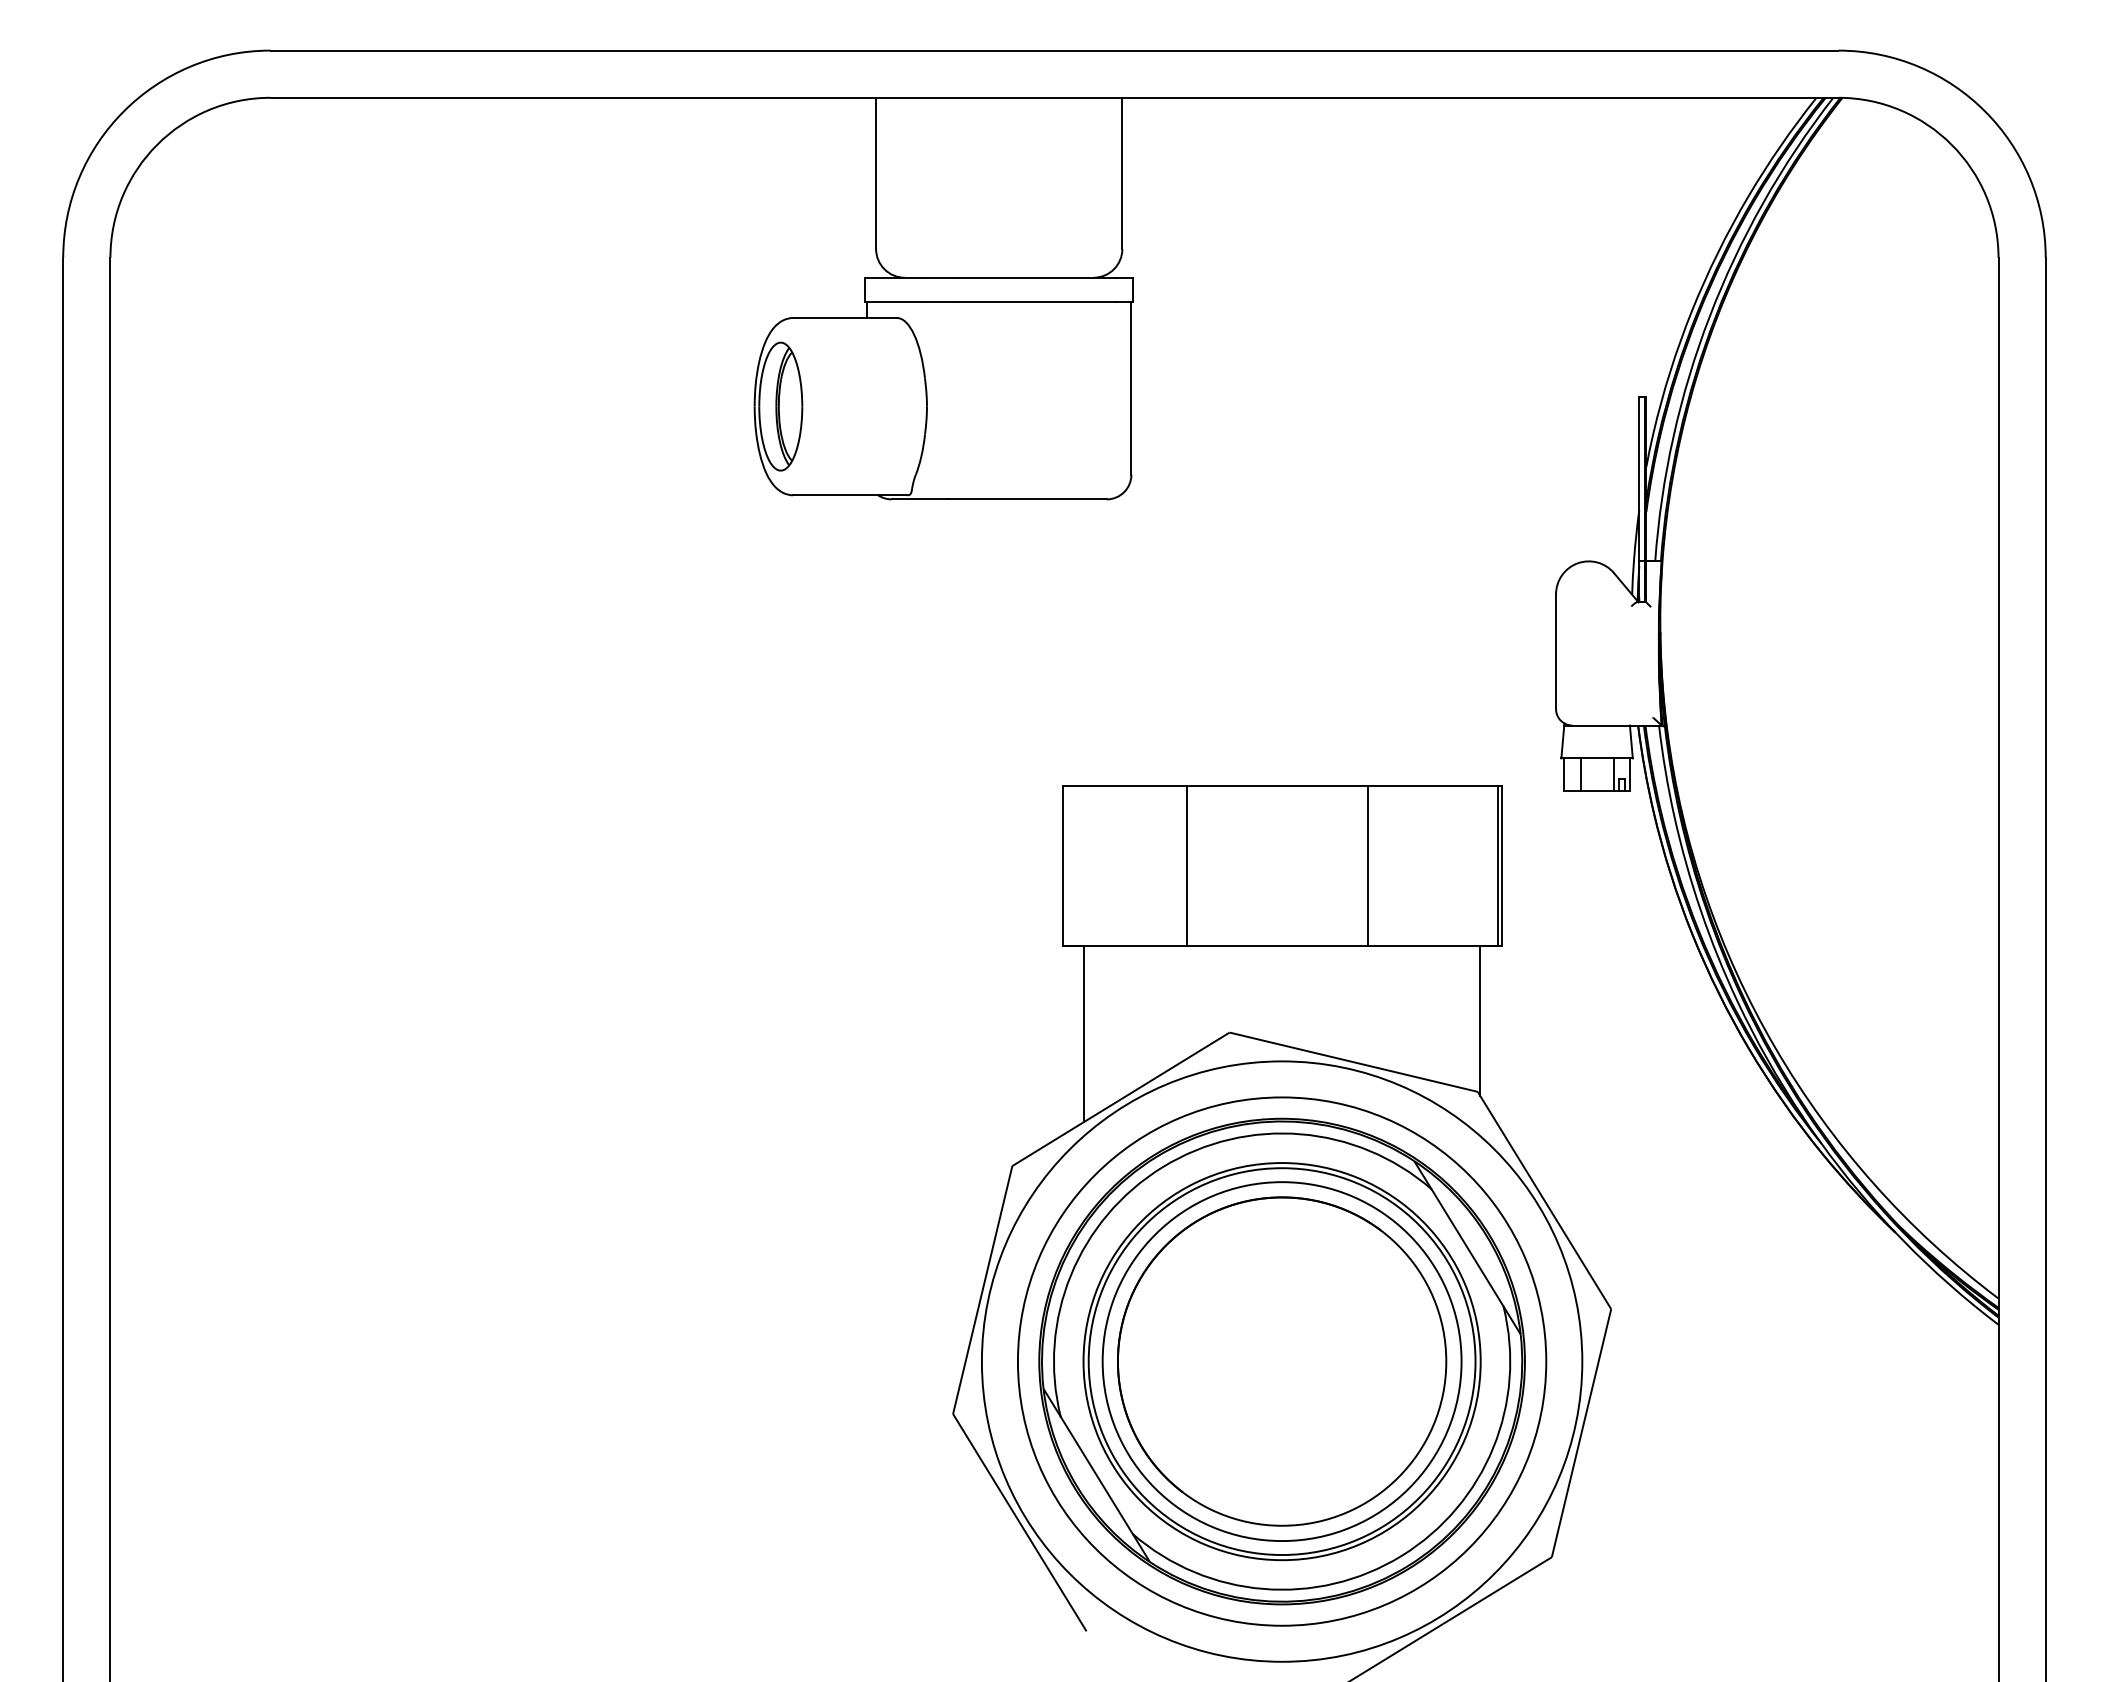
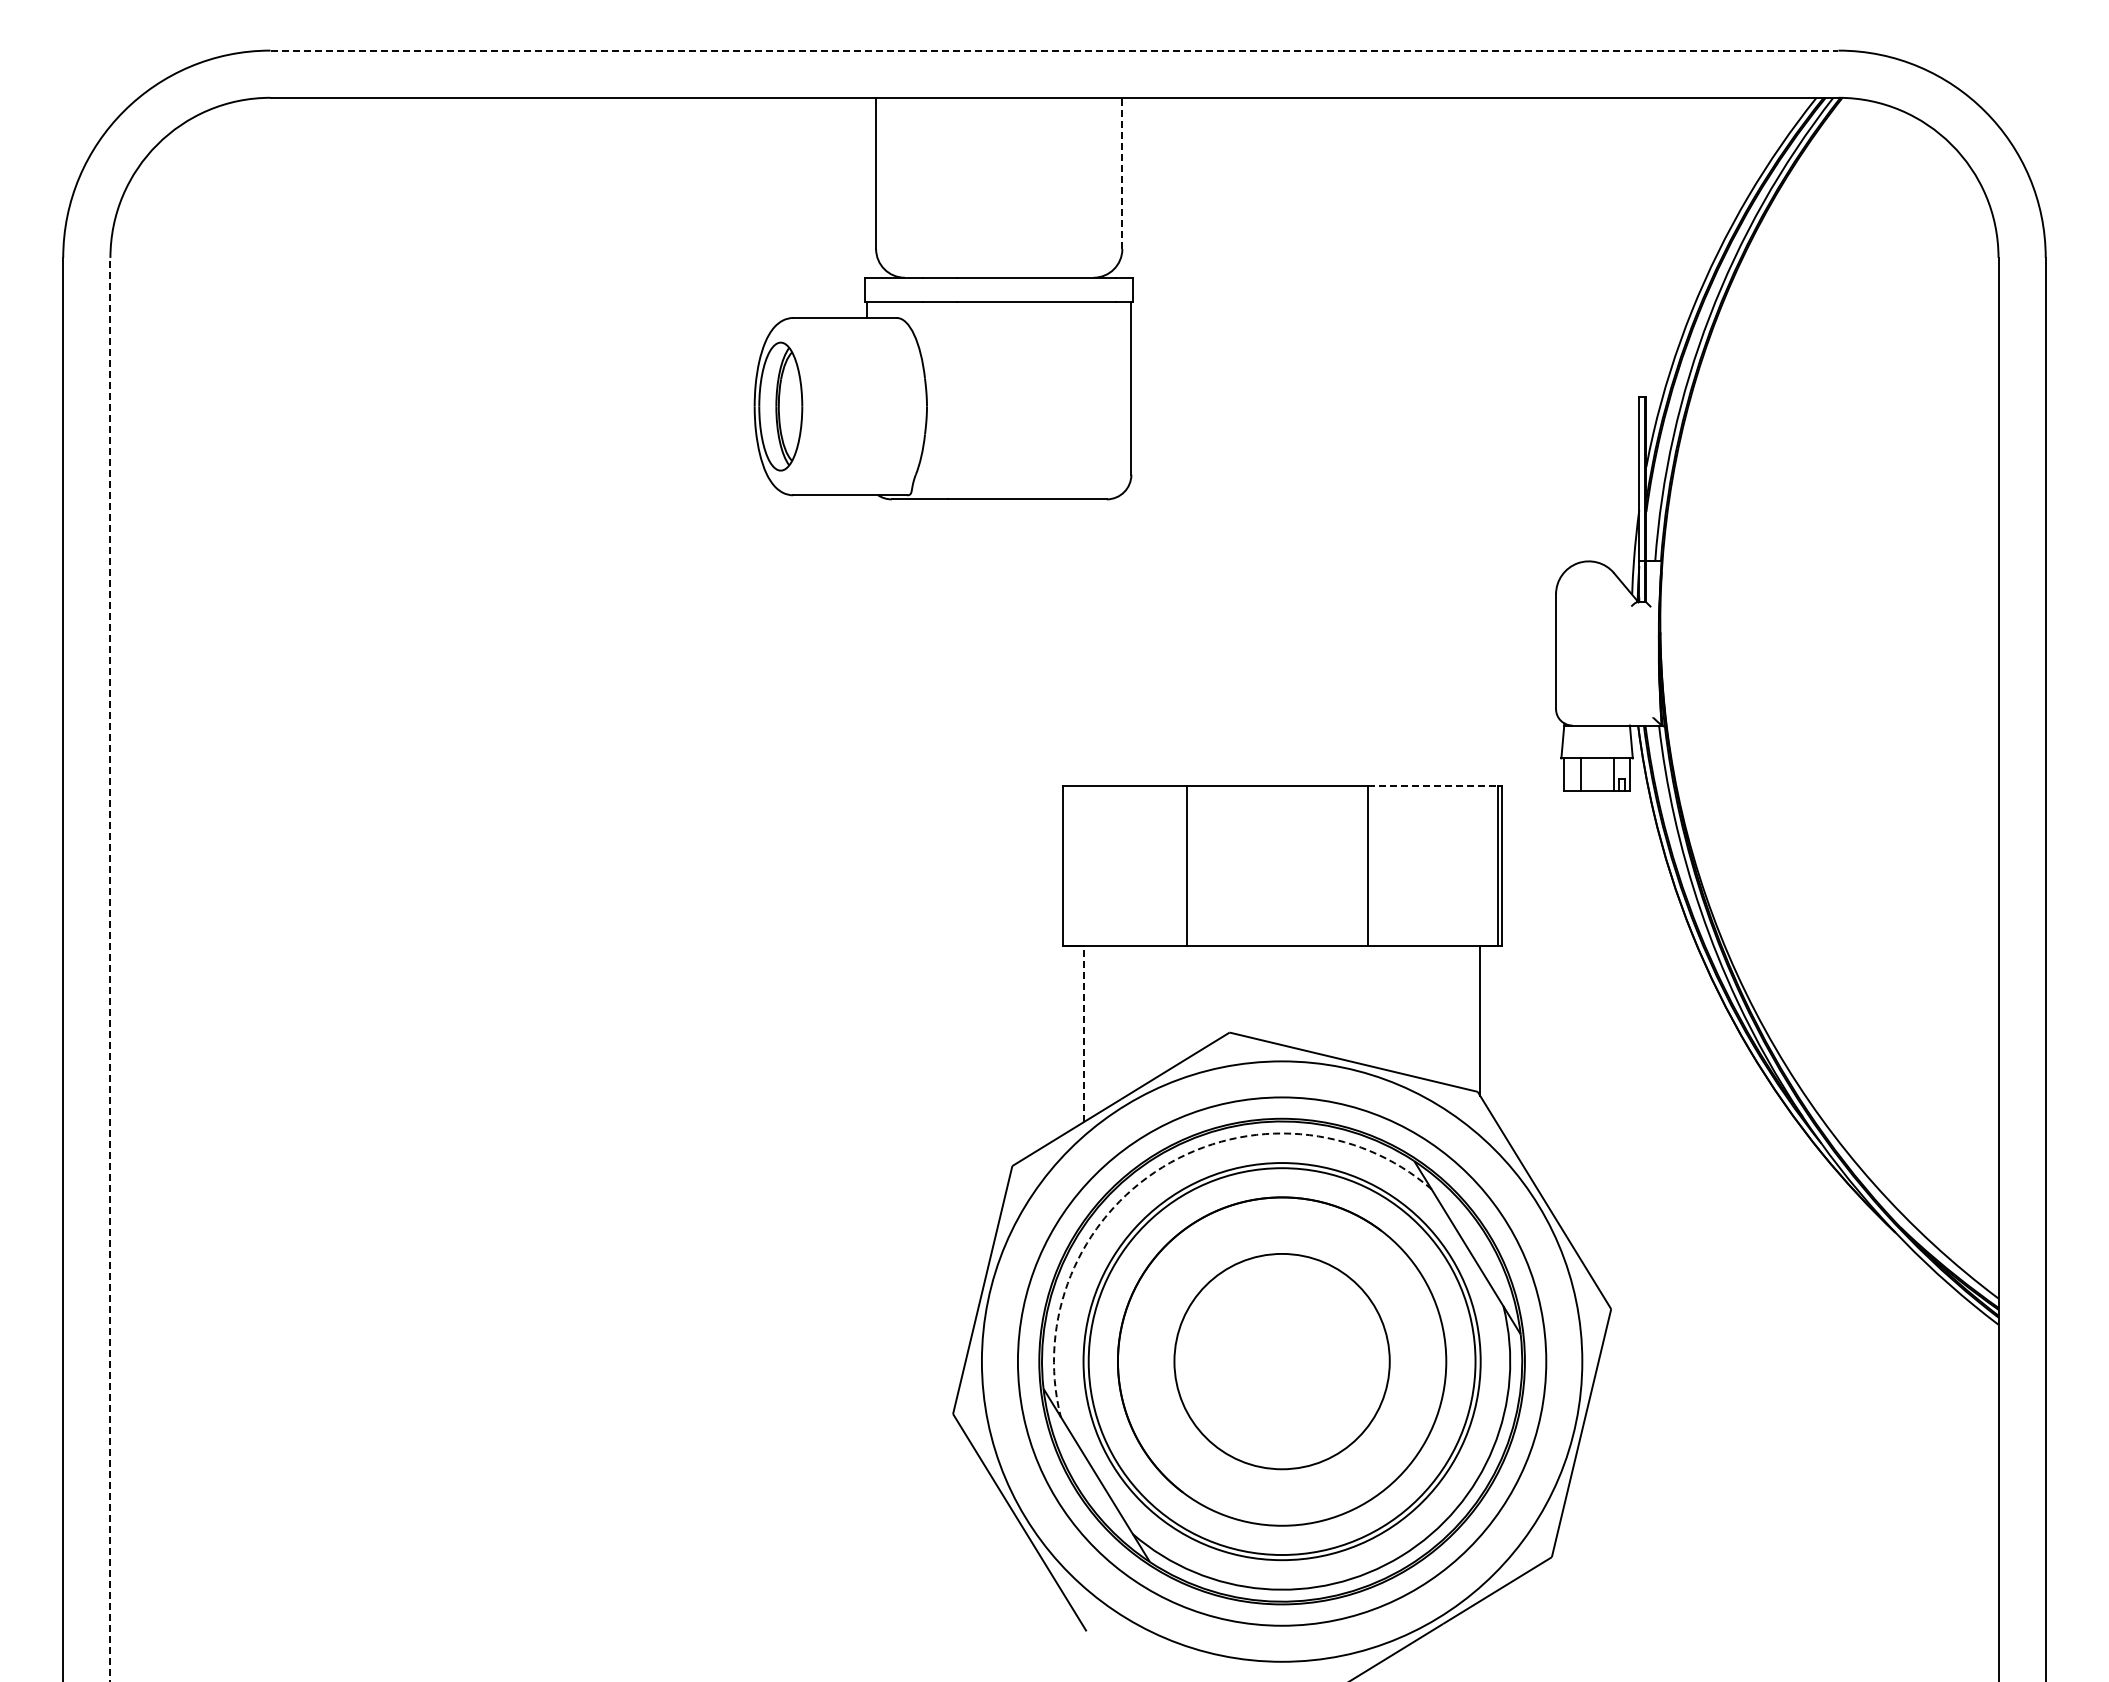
line at (1054, 50): solid -> dashed
line at (1122, 173): solid -> dashed
line at (1433, 785): solid -> dashed
line at (110, 969): solid -> dashed
line at (1083, 1033): solid -> dashed
arc at (1162, 1167): solid -> dashed
circle at (1281, 1361) diameter: 359 px -> 215 px
